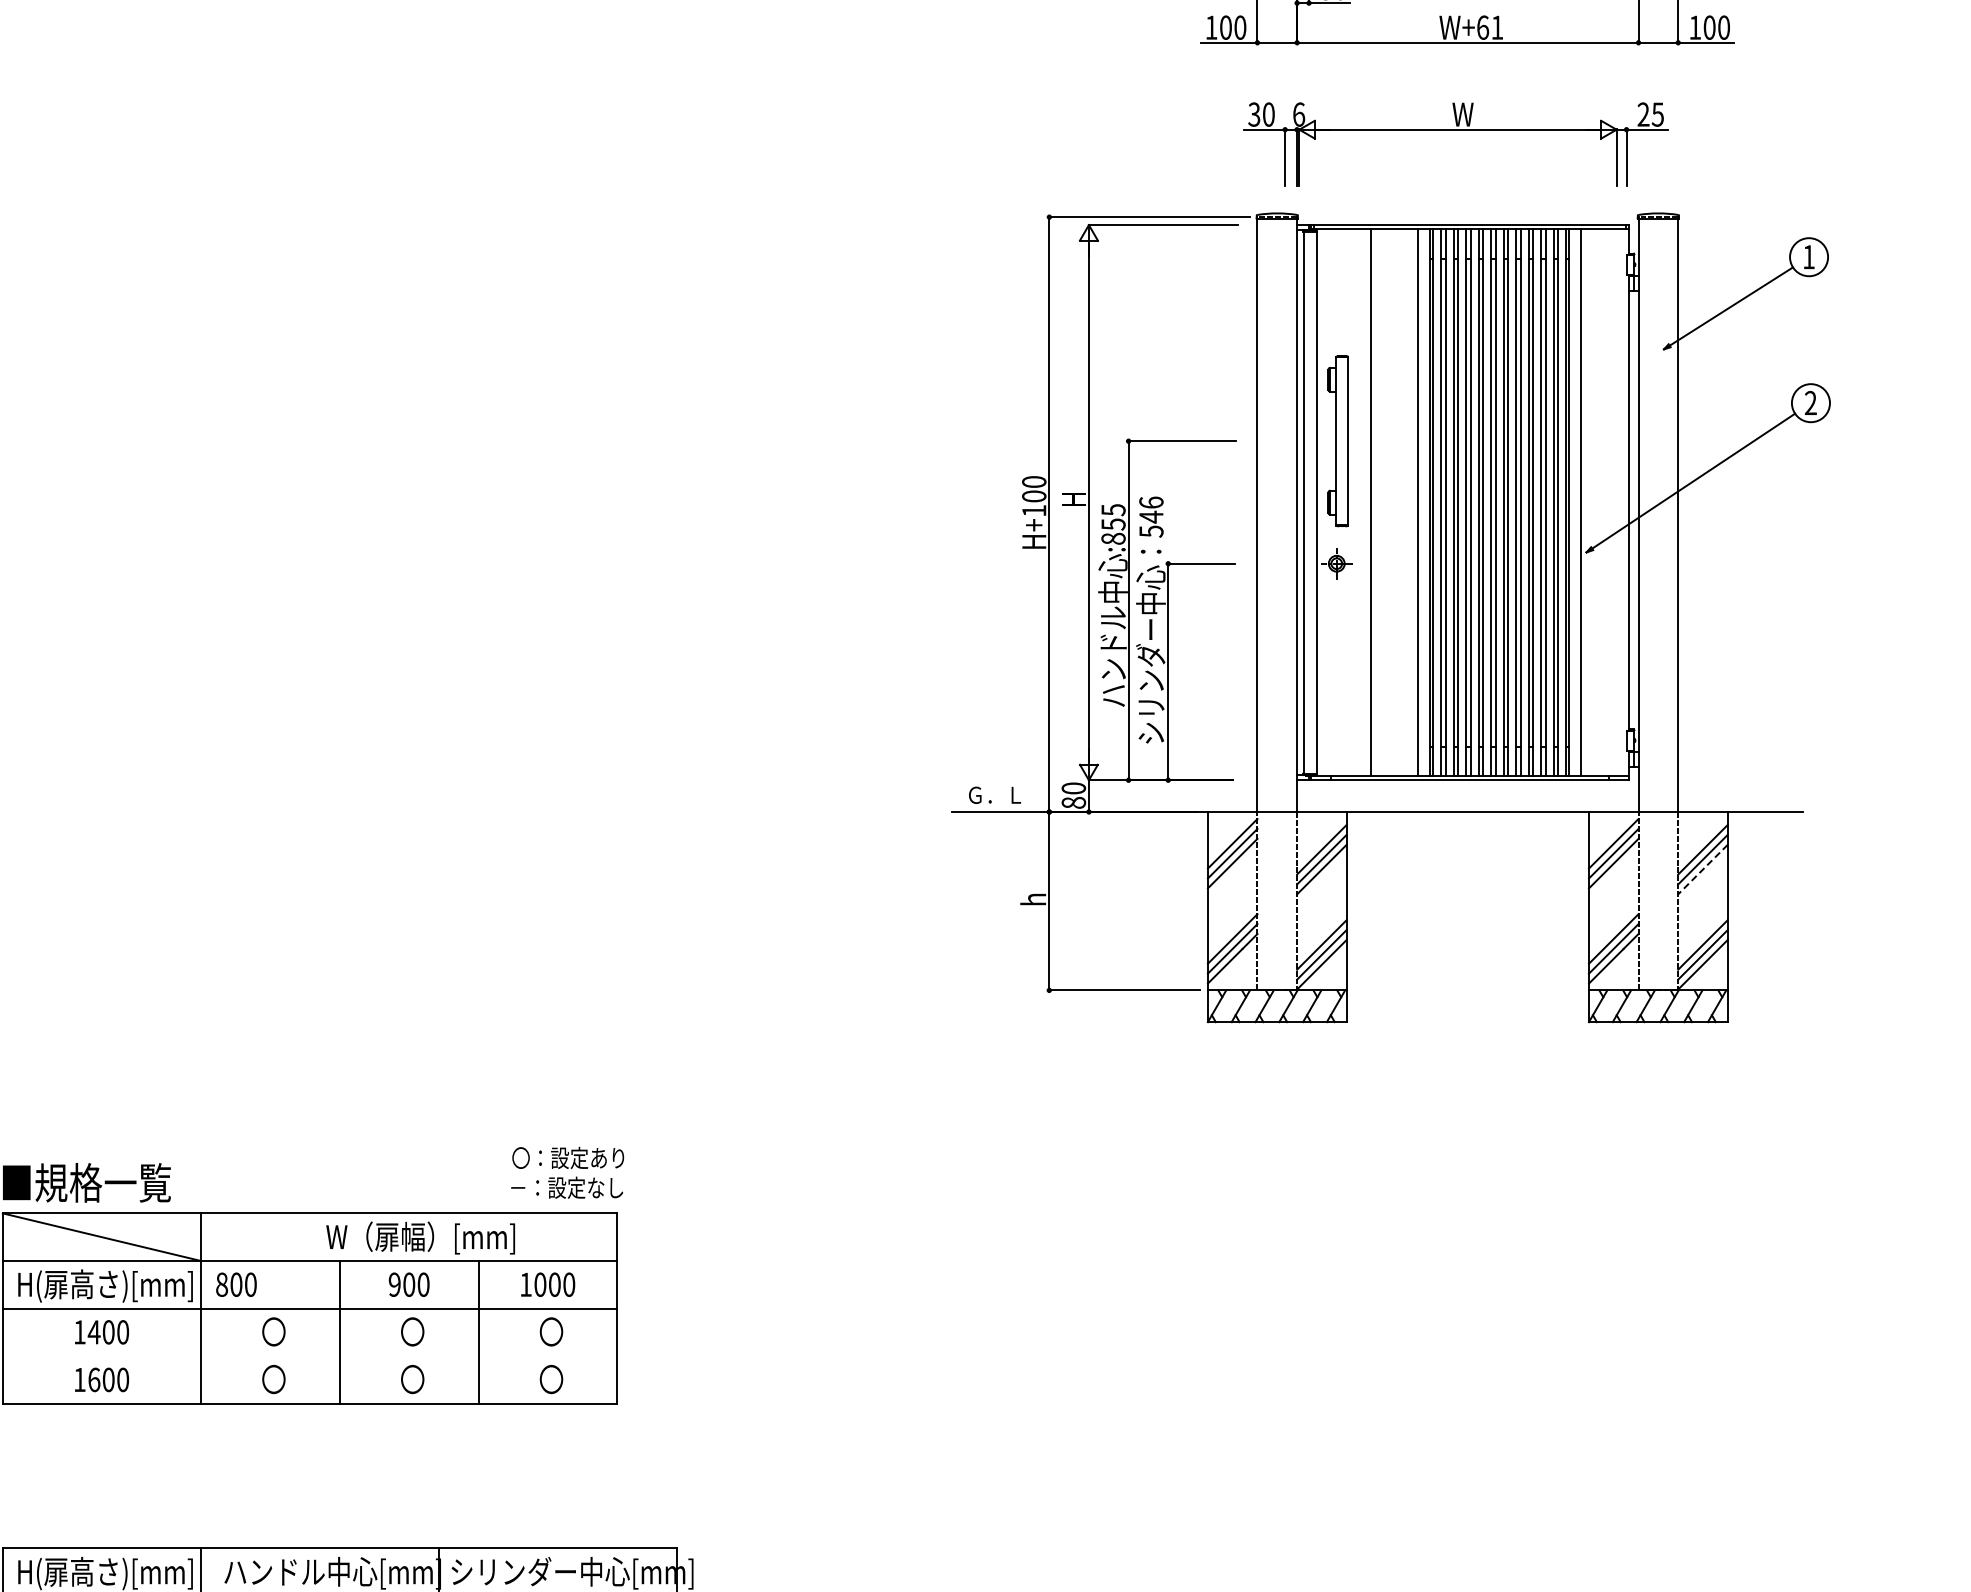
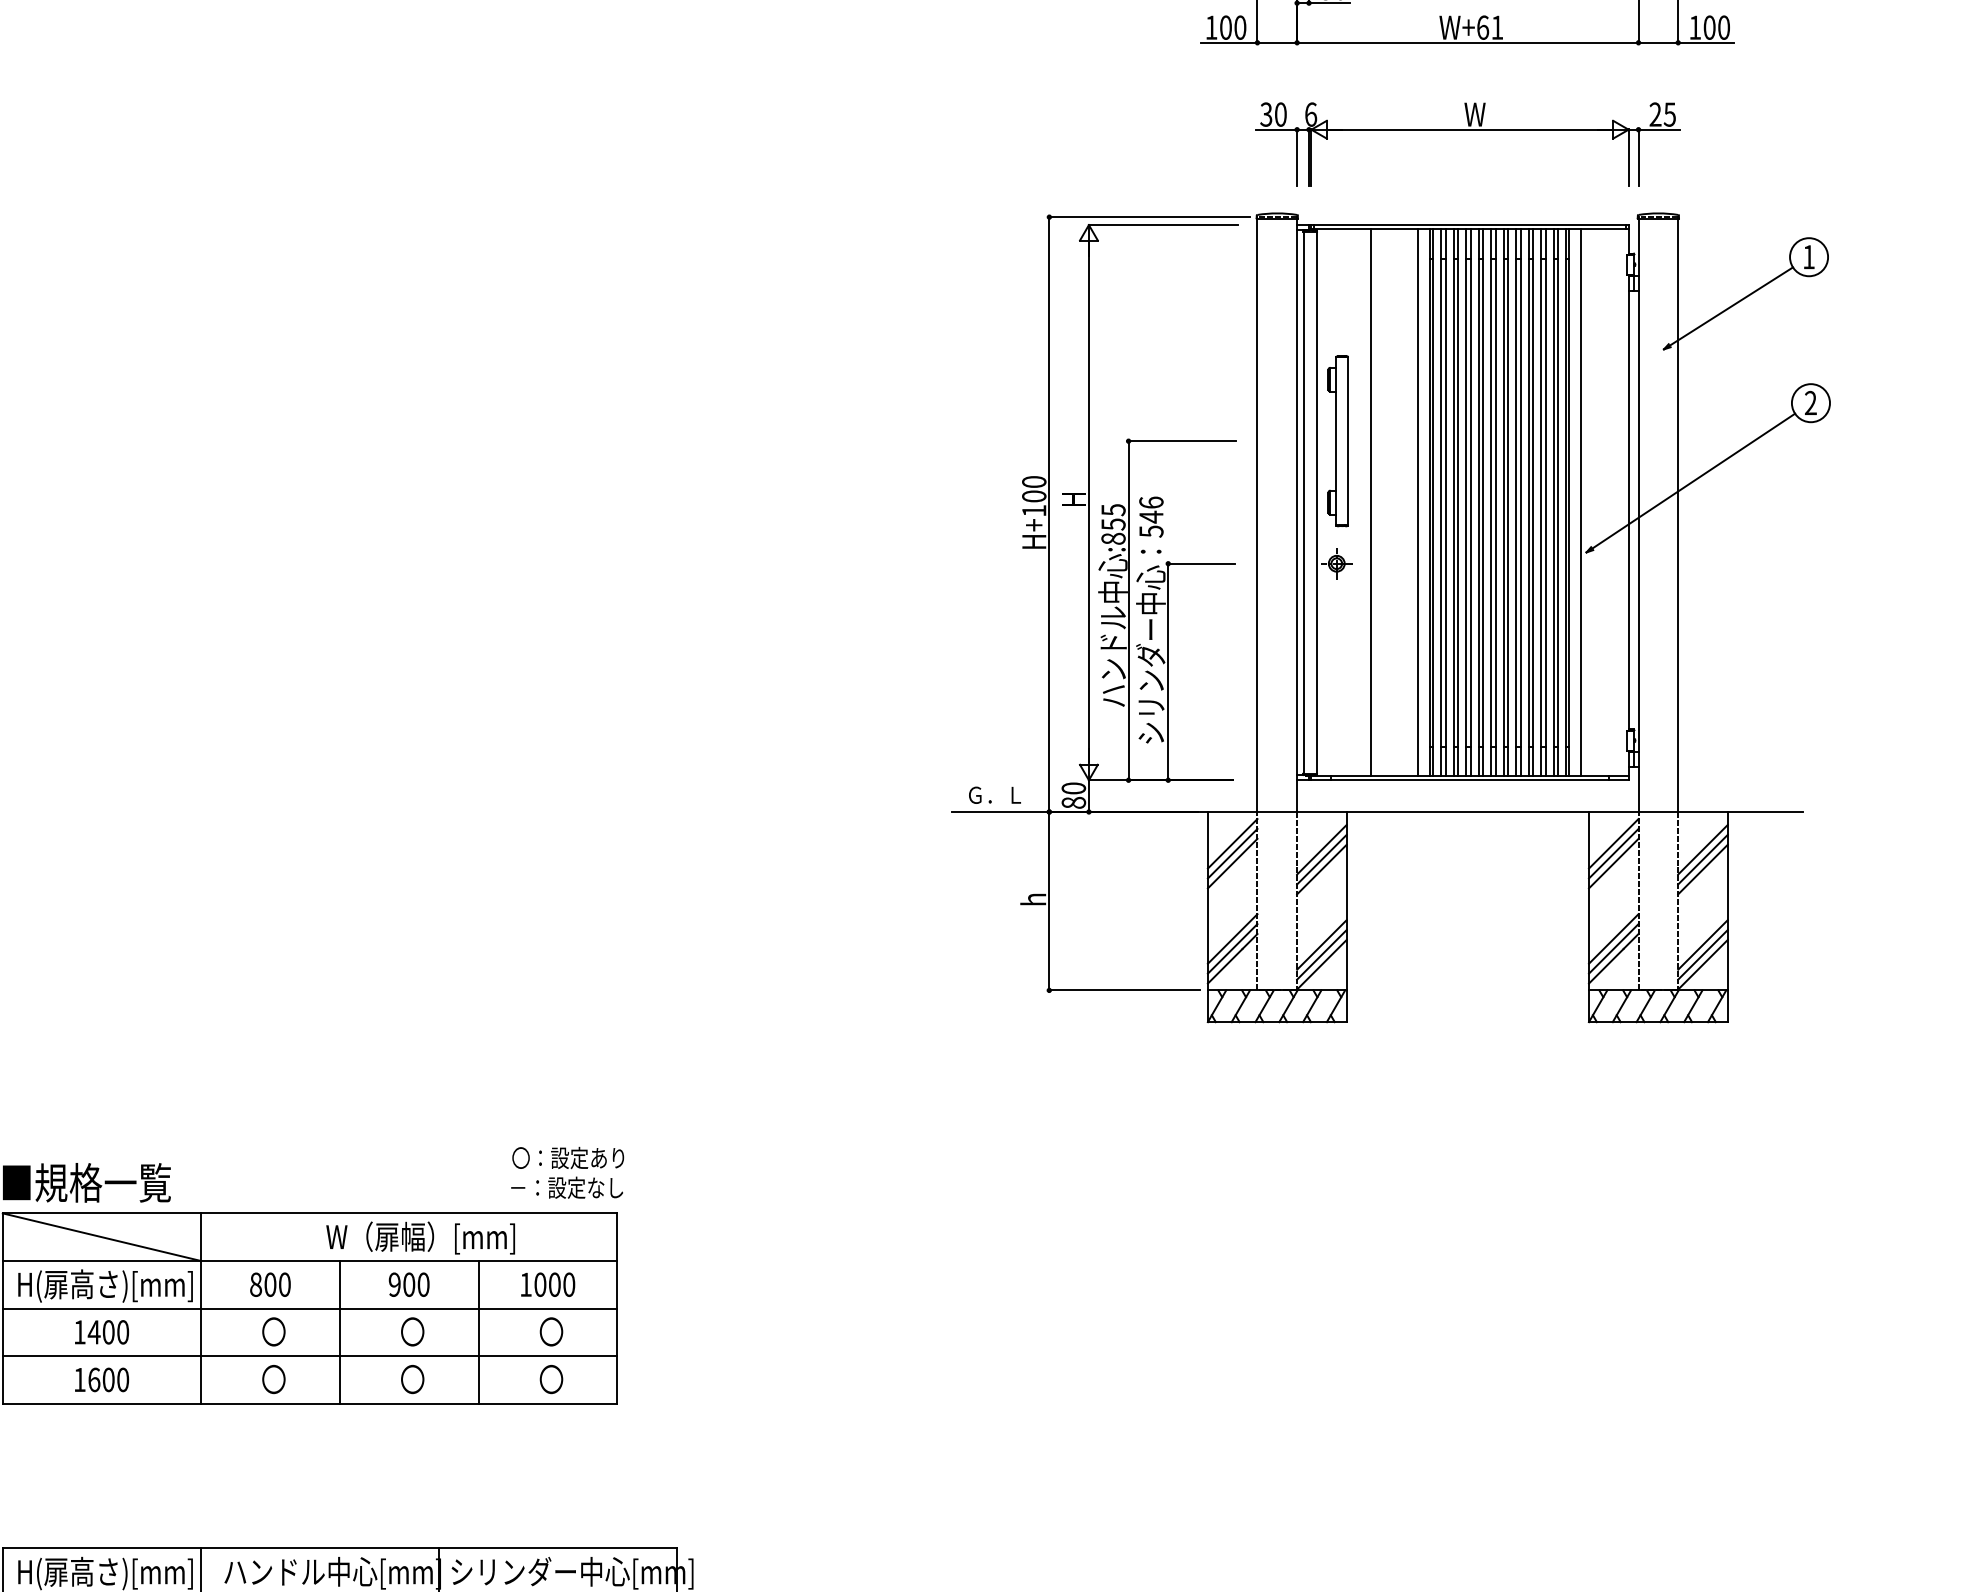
part at (1455, 130) position: (1455, 130) -> (1467, 130)
line at (1702, 869): dashed -> solid
text at (236, 1284) position: (236, 1284) -> (270, 1284)
line at (309, 1356): none -> present
